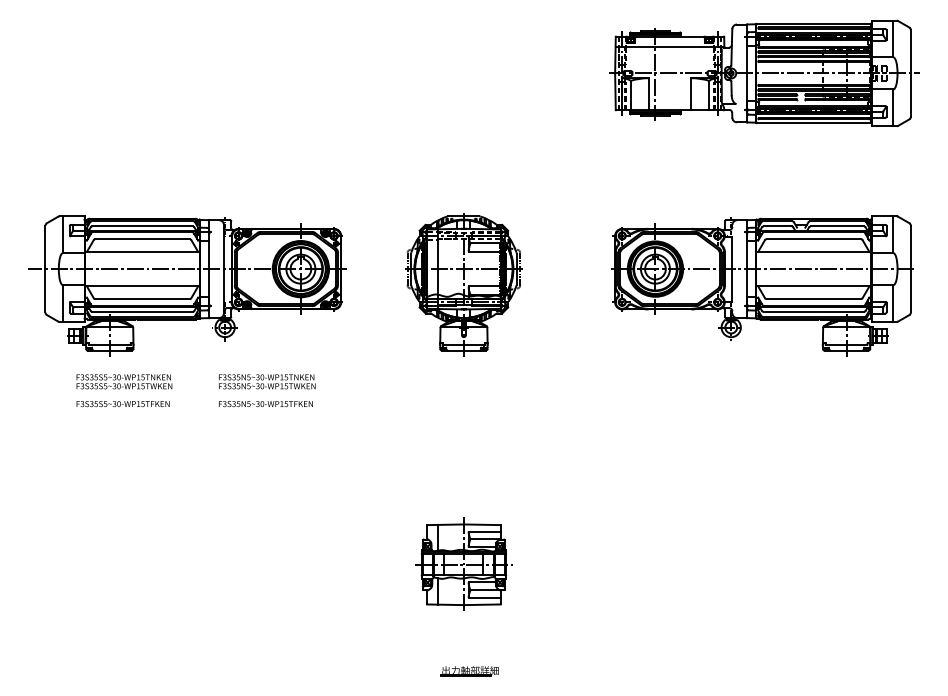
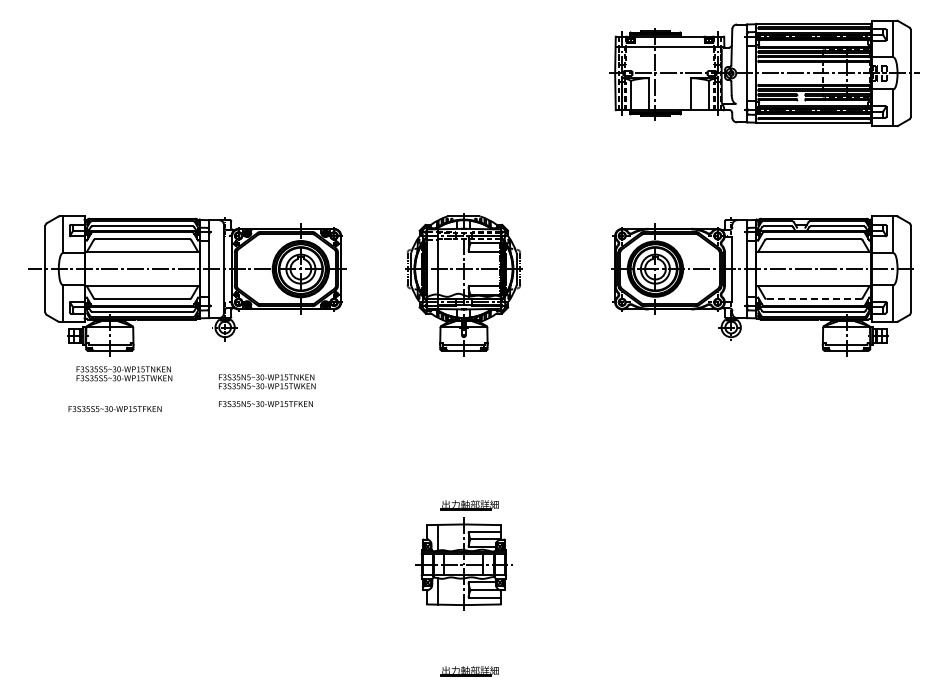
line at (814, 299): solid -> dashed
text at (124, 381) position: (124, 381) -> (124, 373)
text at (122, 404) position: (122, 404) -> (114, 409)
part at (469, 505): none -> present
